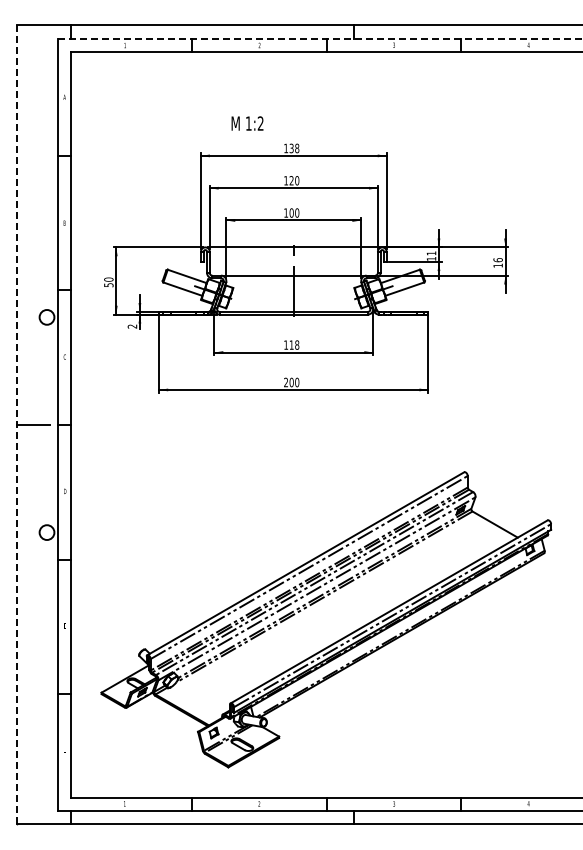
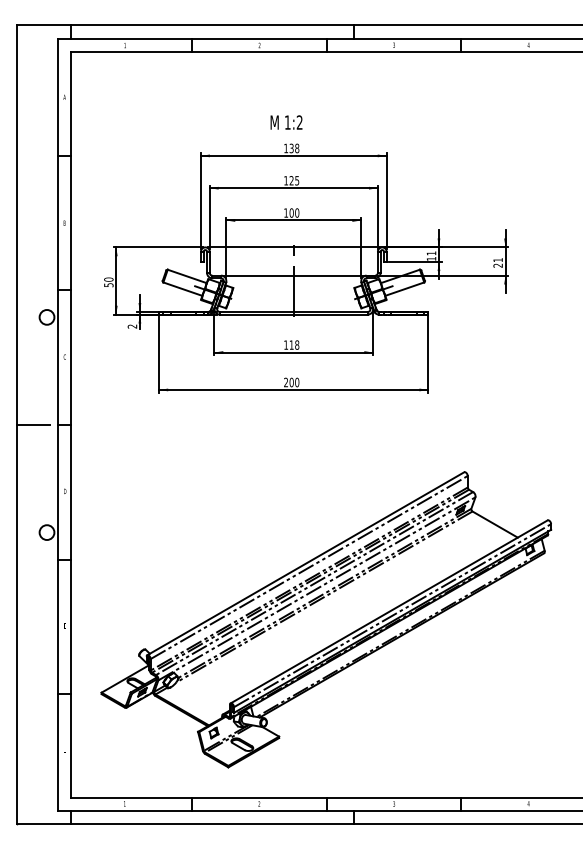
line at (320, 38): dashed -> solid
text at (247, 123) position: (247, 123) -> (286, 122)
text at (297, 180): 120 -> 125
text at (497, 262): 16 -> 21
line at (17, 424): dashed -> solid
